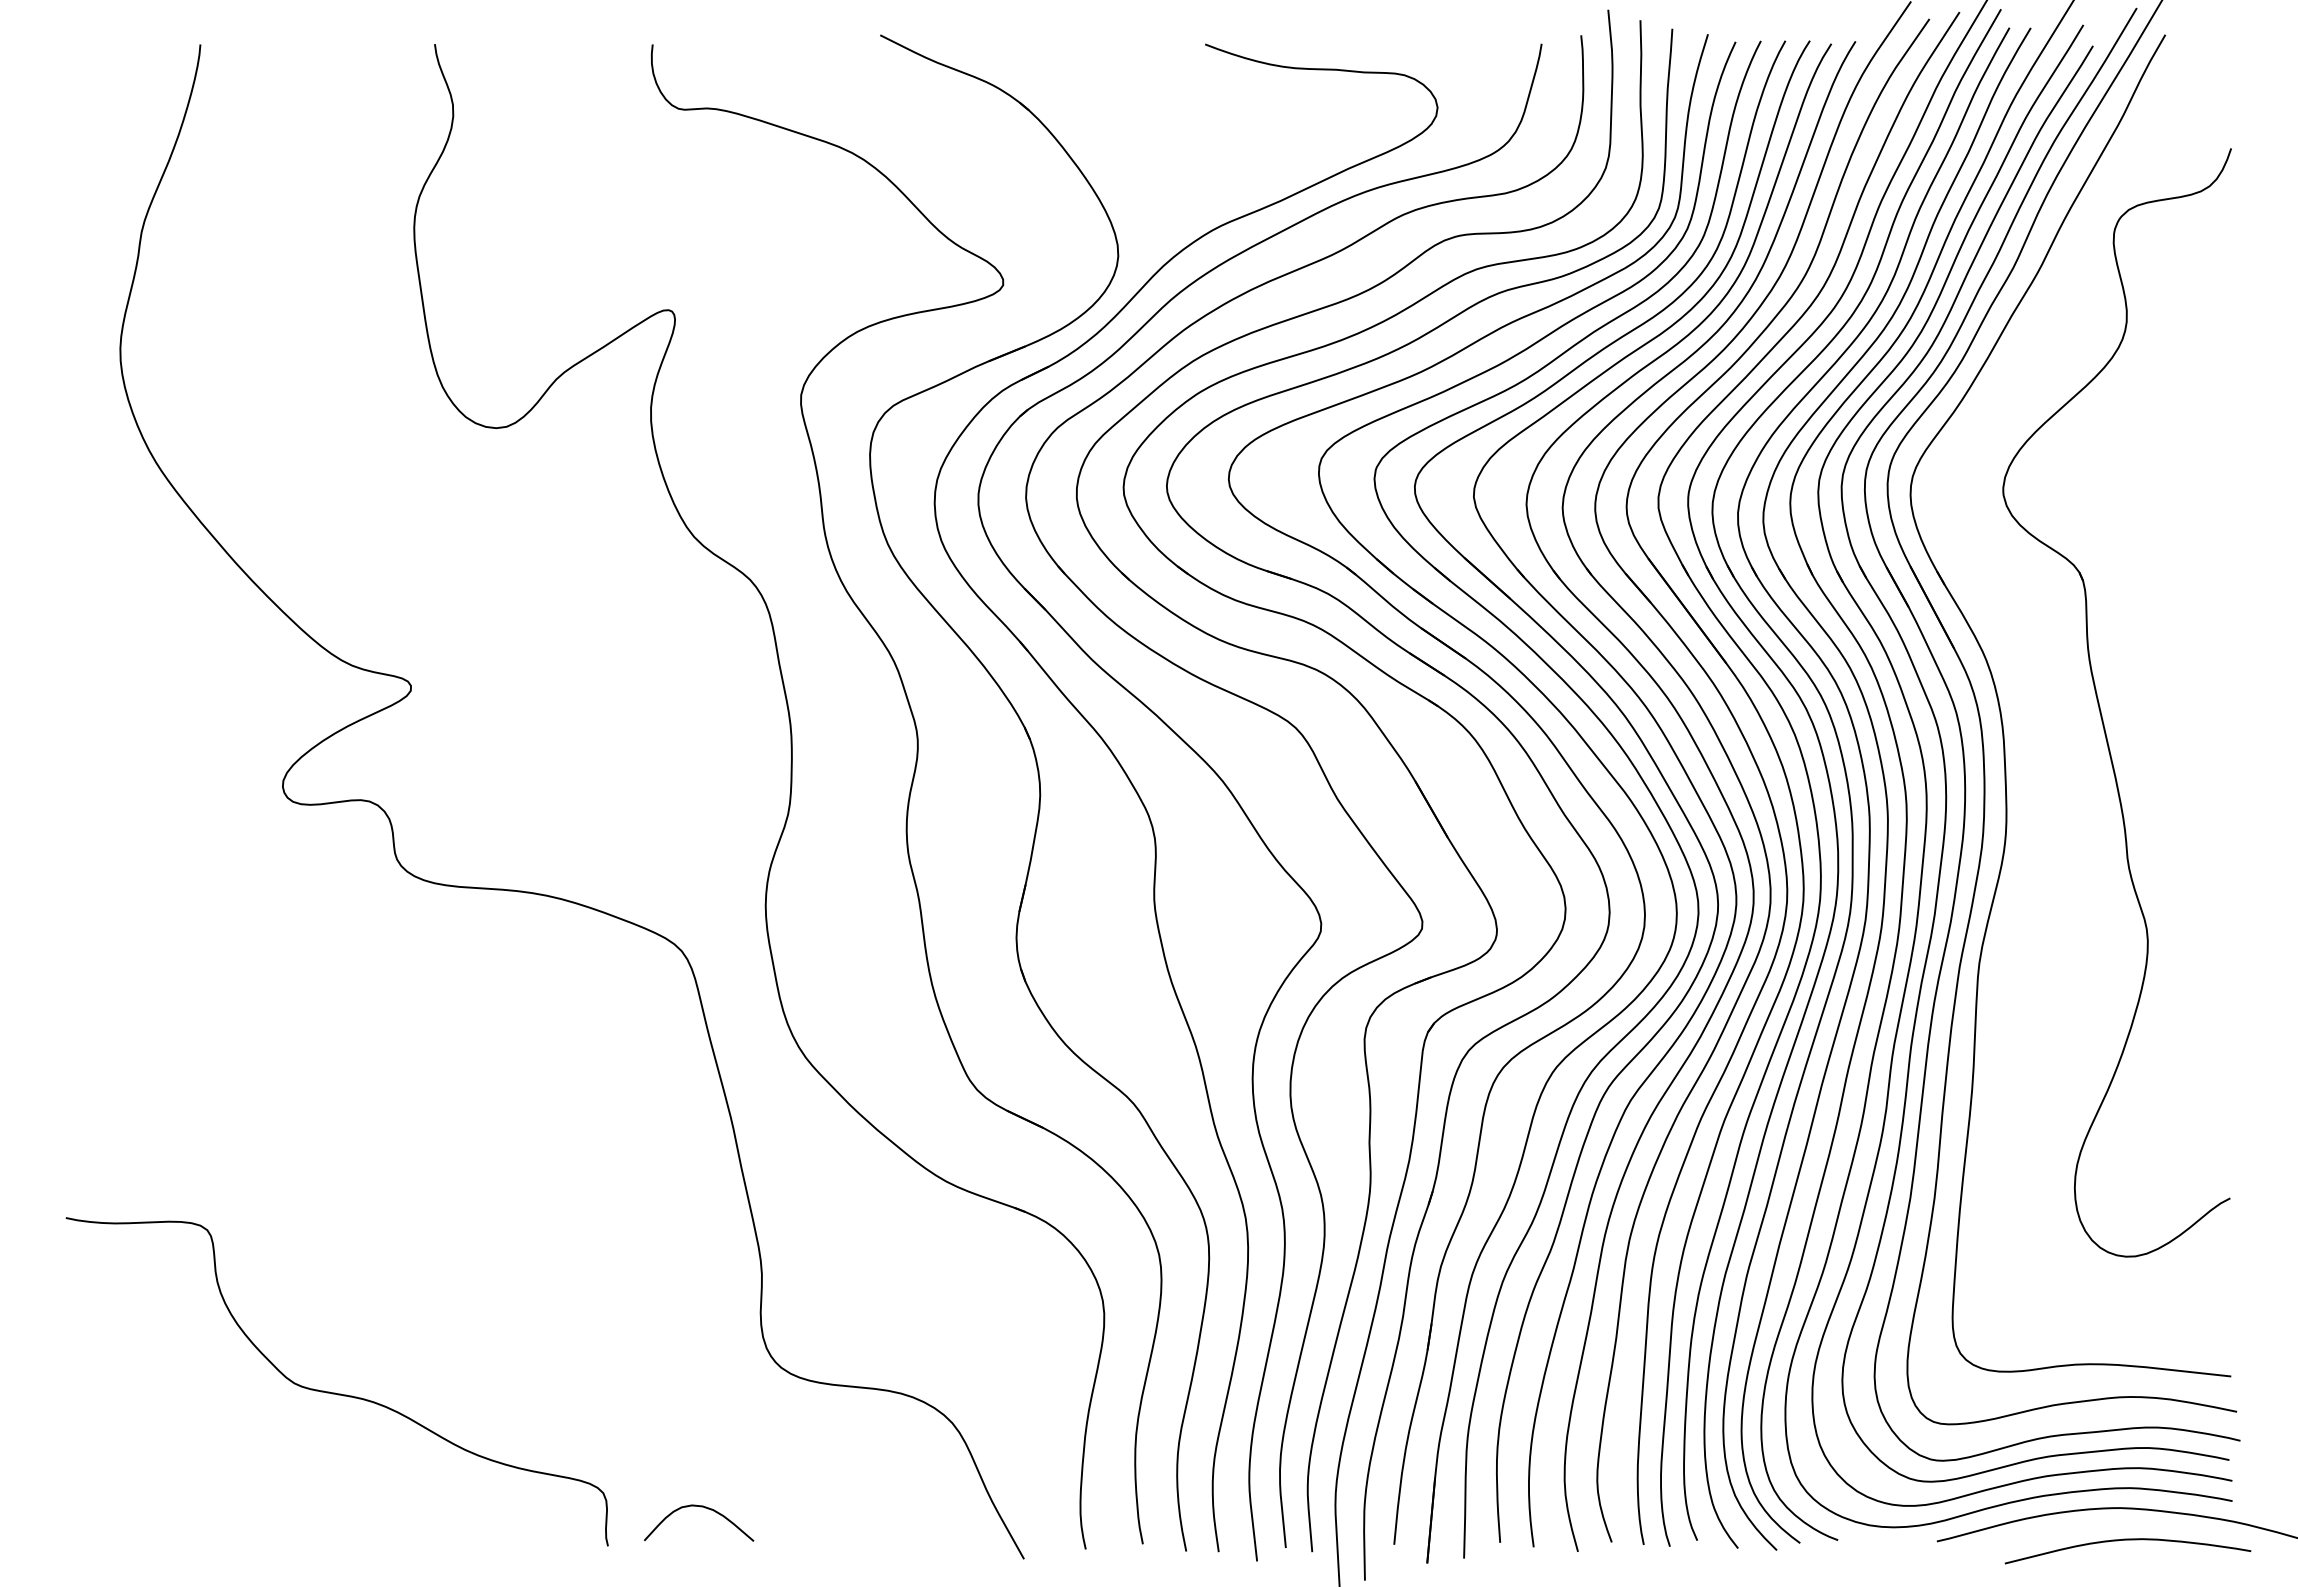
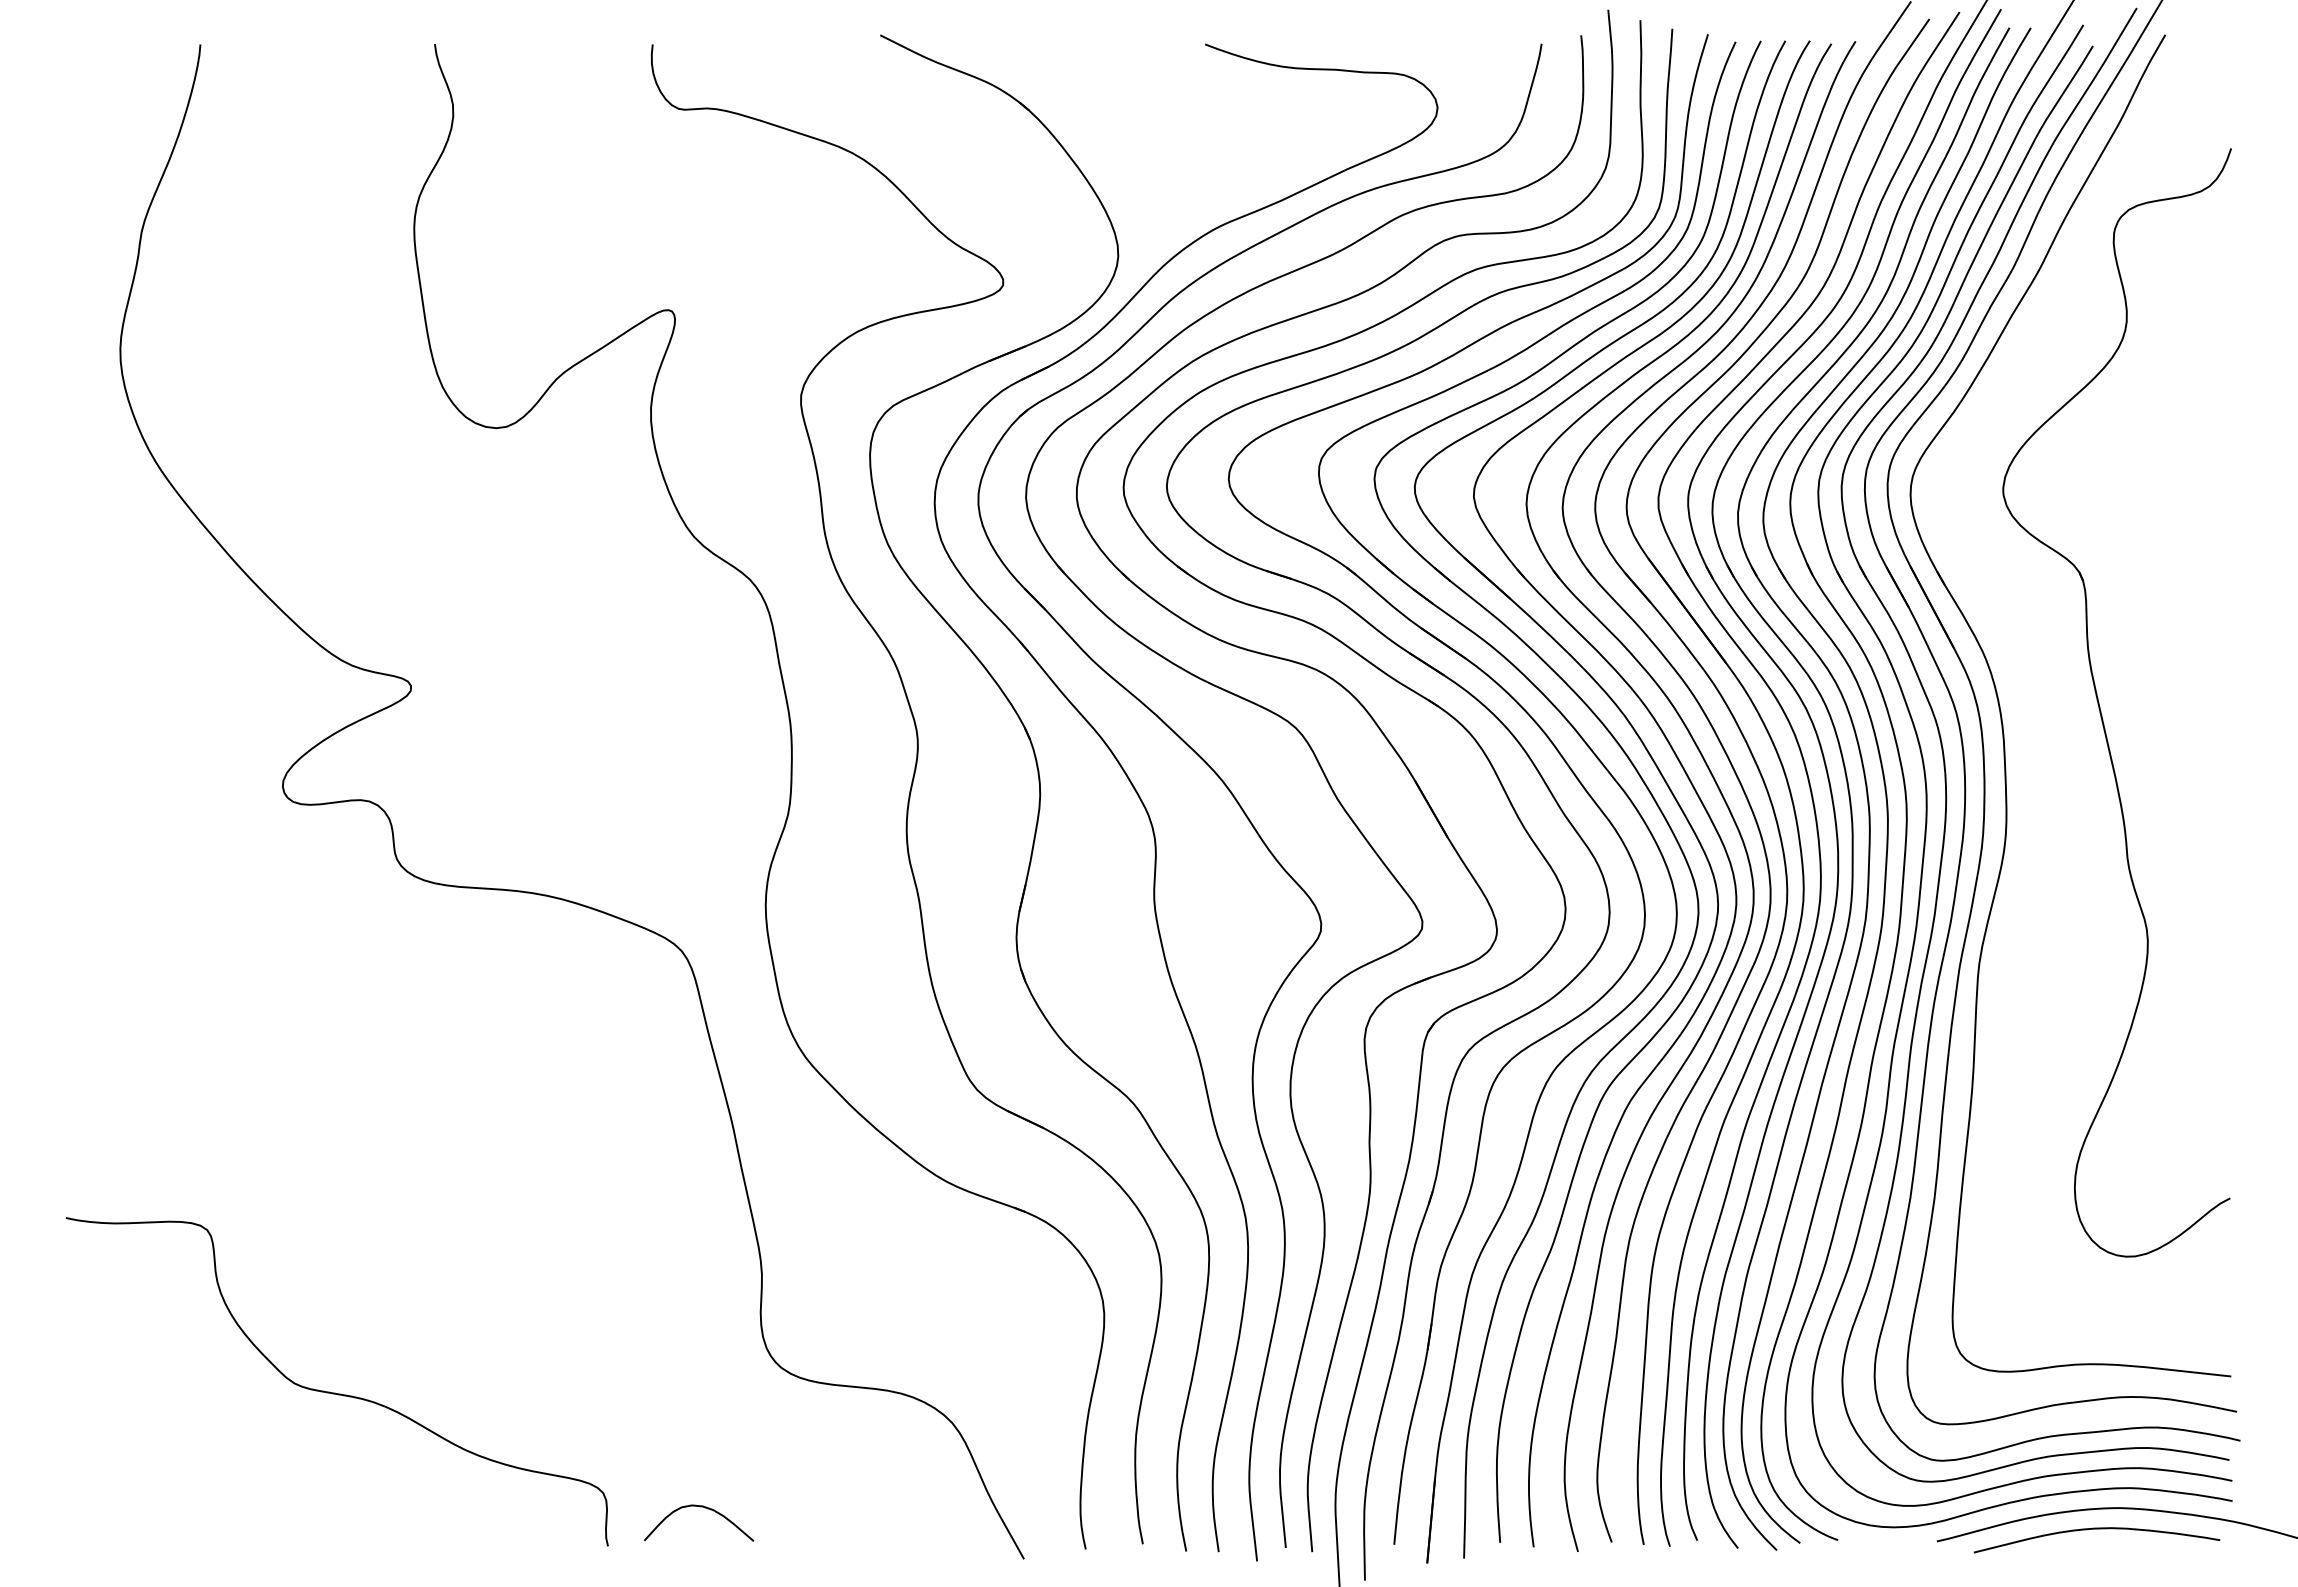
curve at (2127, 1540) position: (2127, 1540) -> (2096, 1529)
